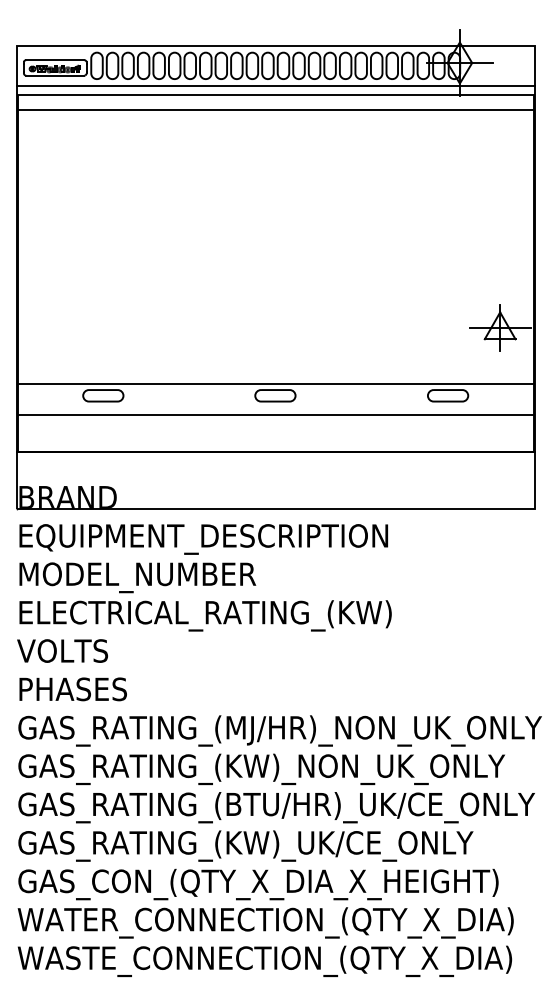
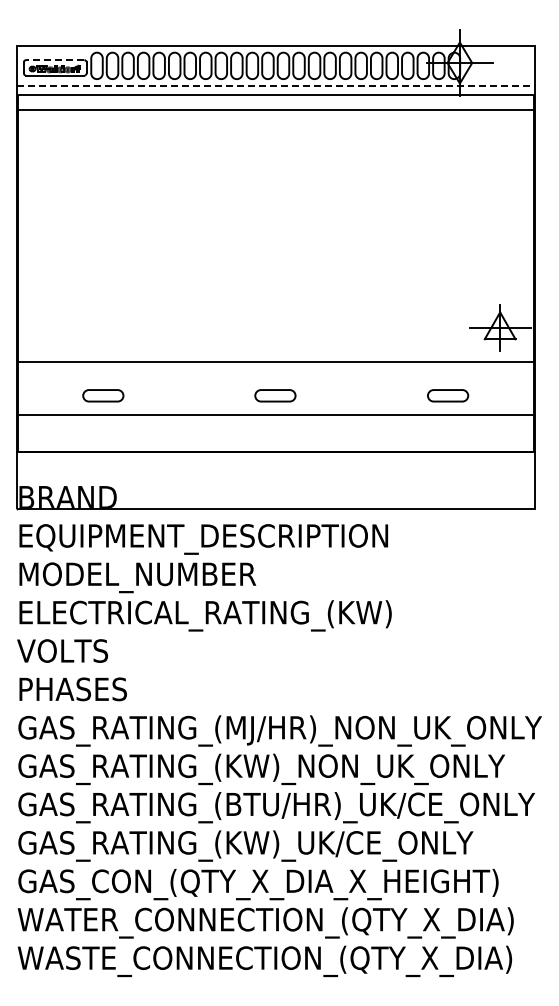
line at (54, 60): solid -> dashed
line at (275, 86): solid -> dashed
line at (275, 383) position: (275, 383) -> (275, 361)
